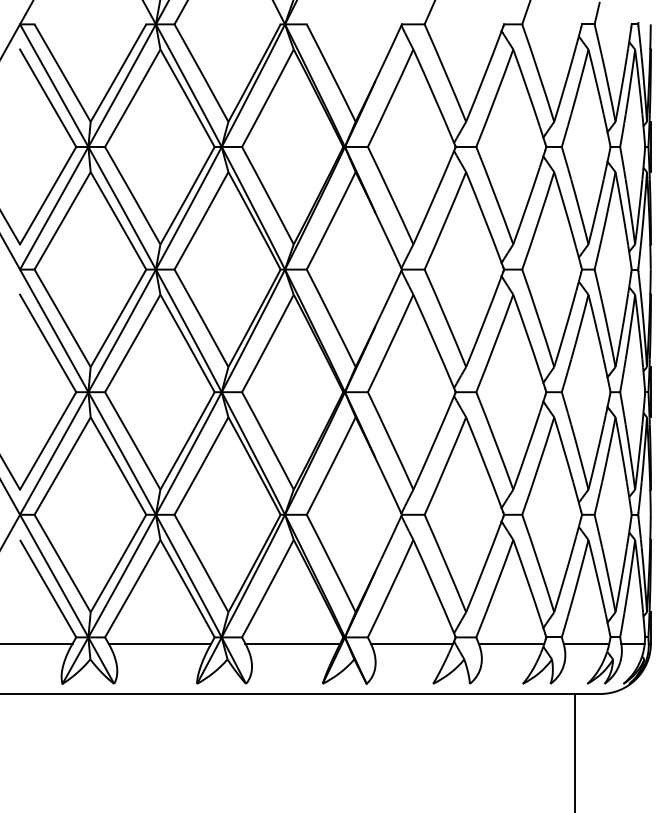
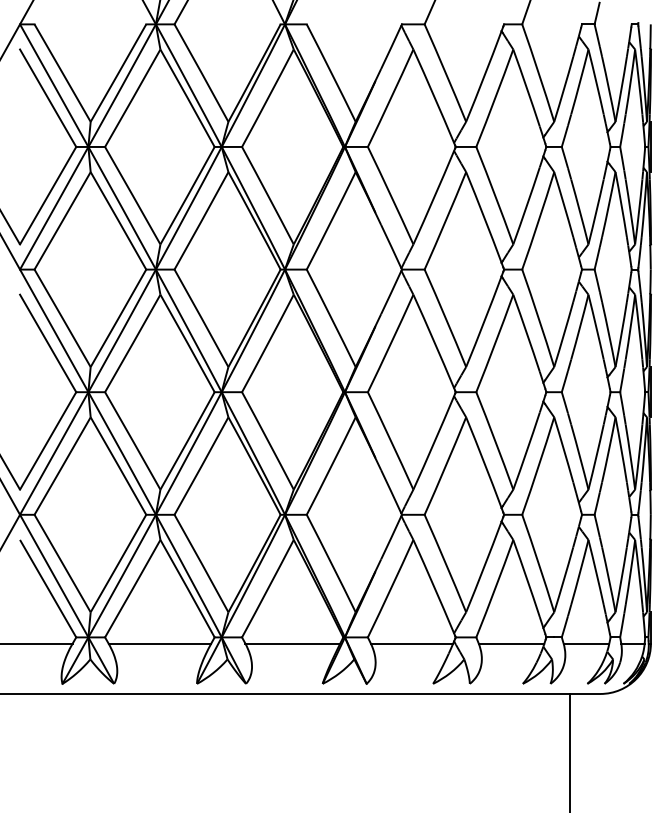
line at (575, 751) position: (575, 751) -> (570, 751)
